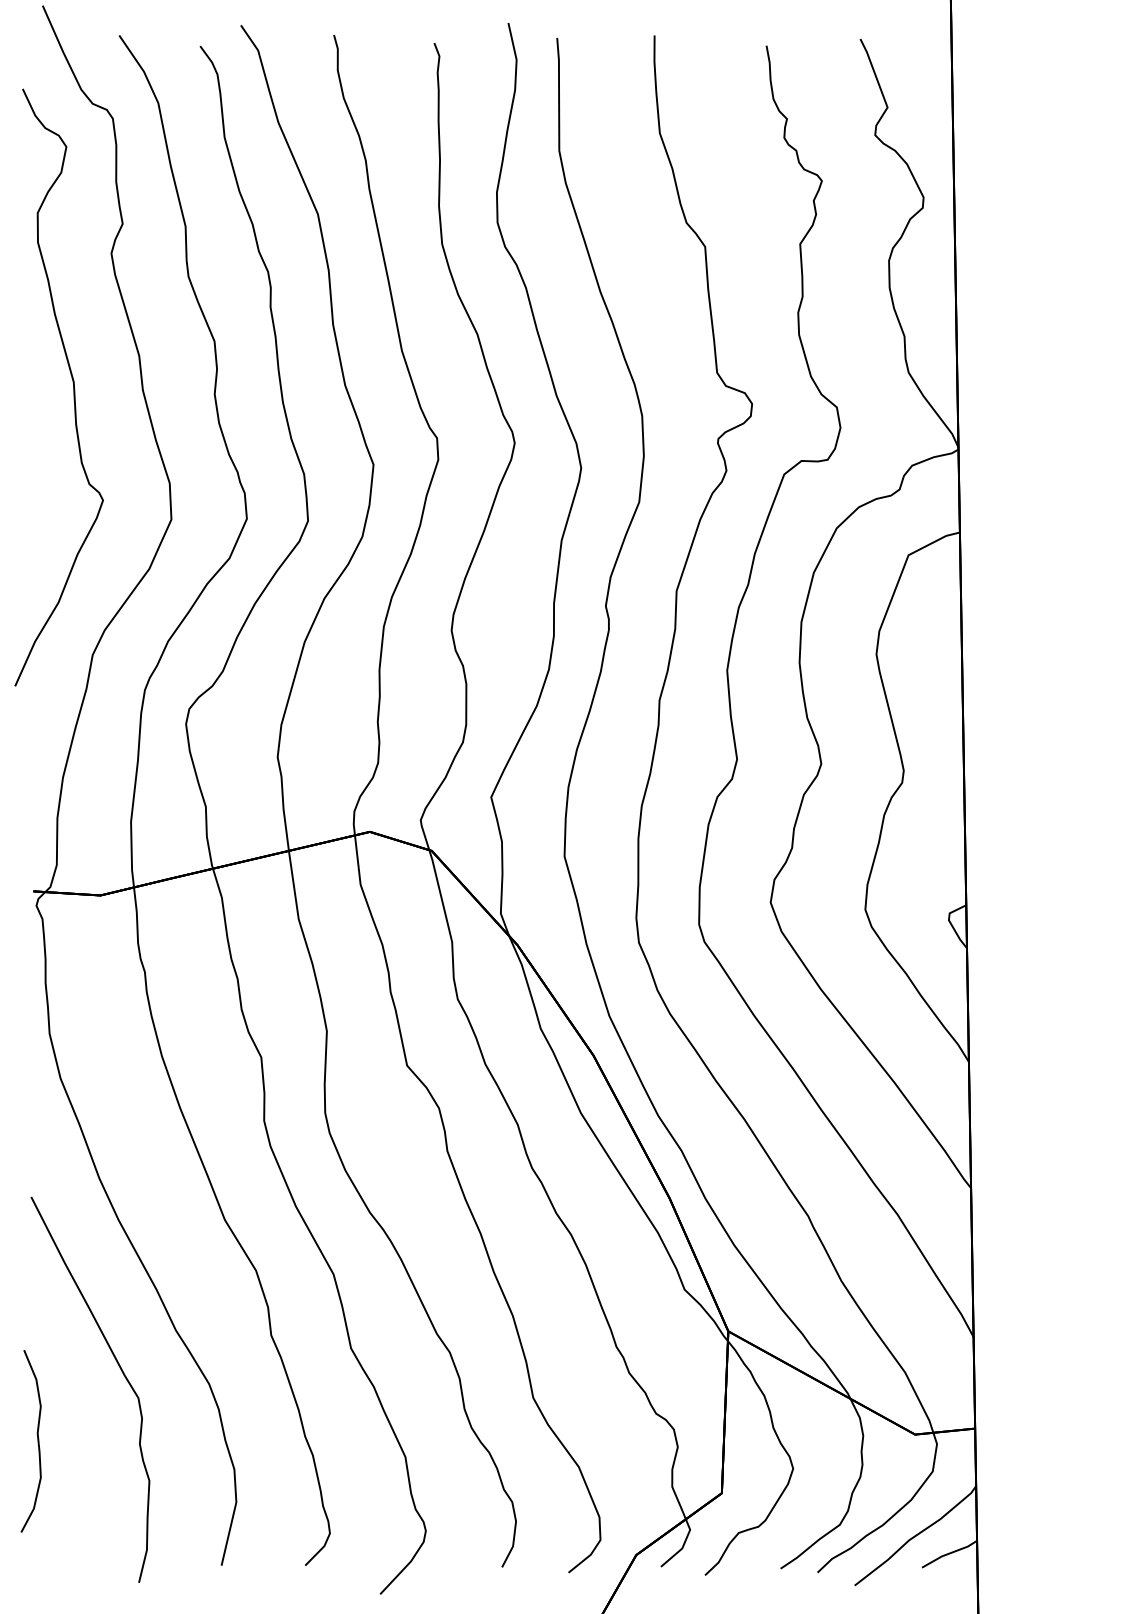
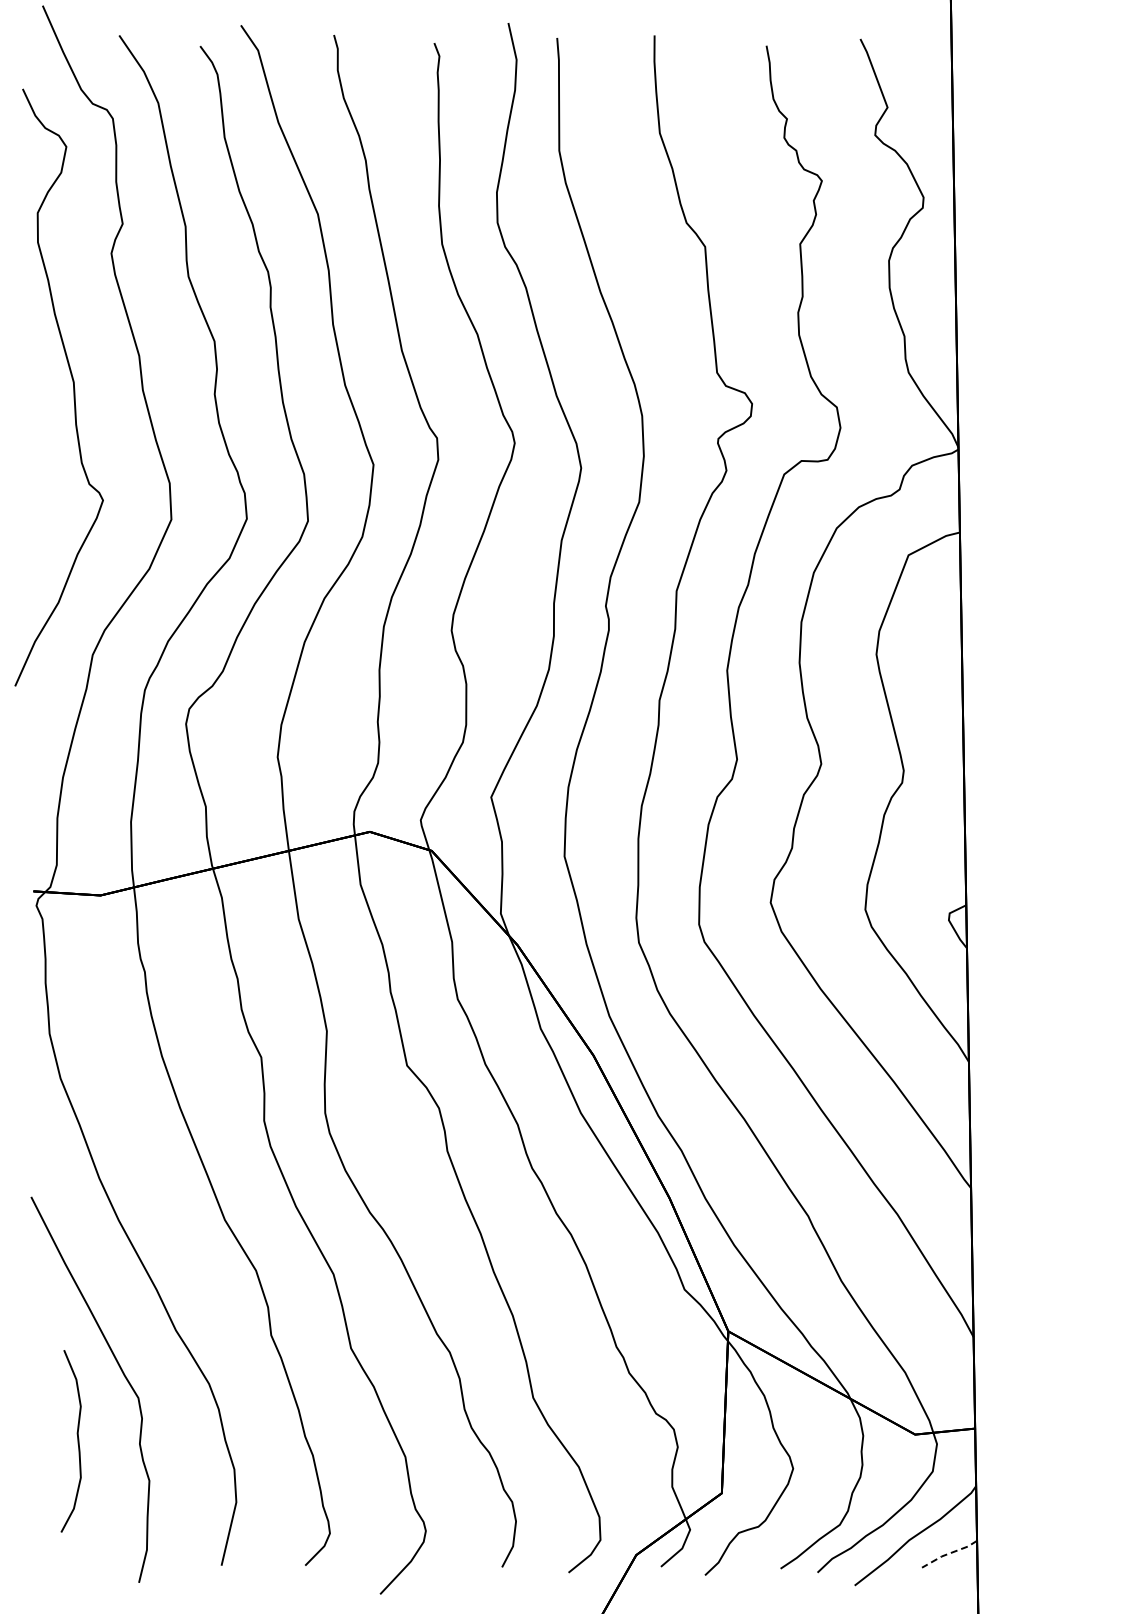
curve at (37, 1441) position: (37, 1441) -> (77, 1441)
line at (949, 1553): solid -> dashed
